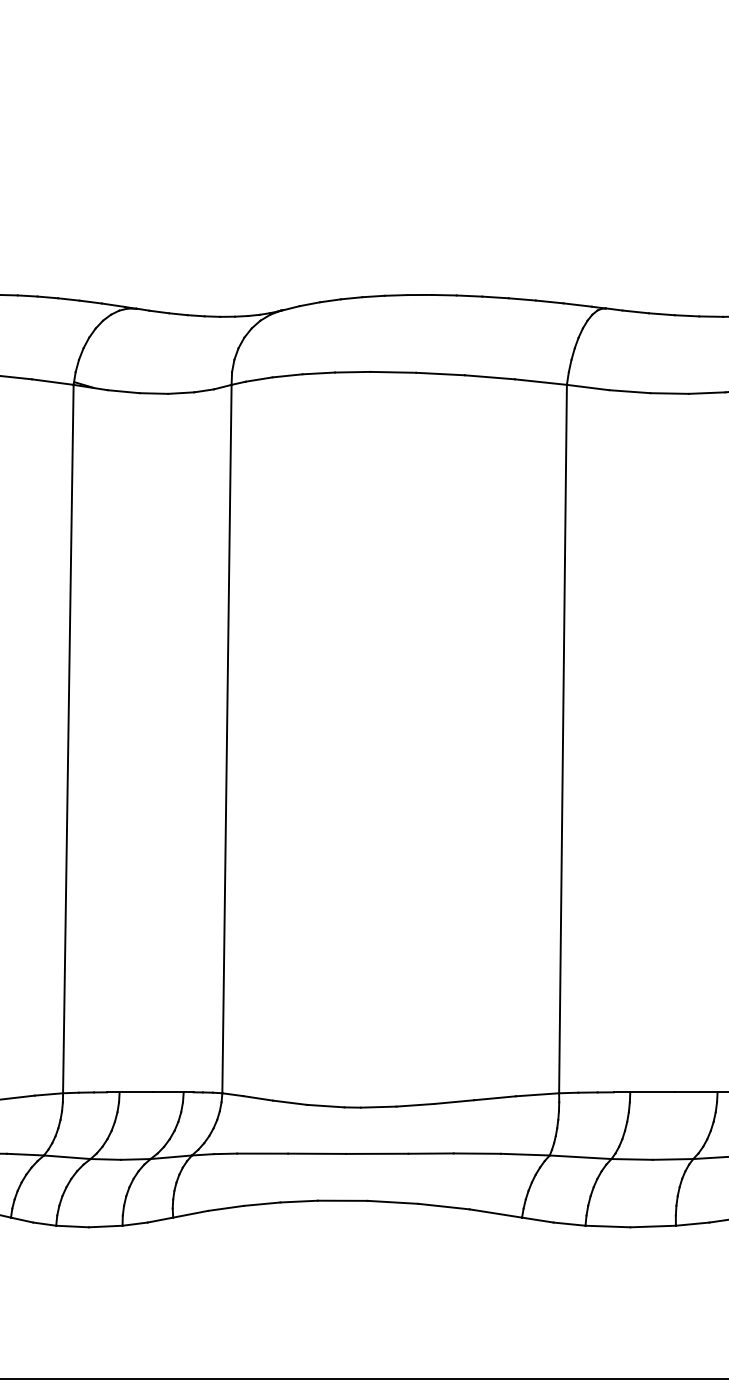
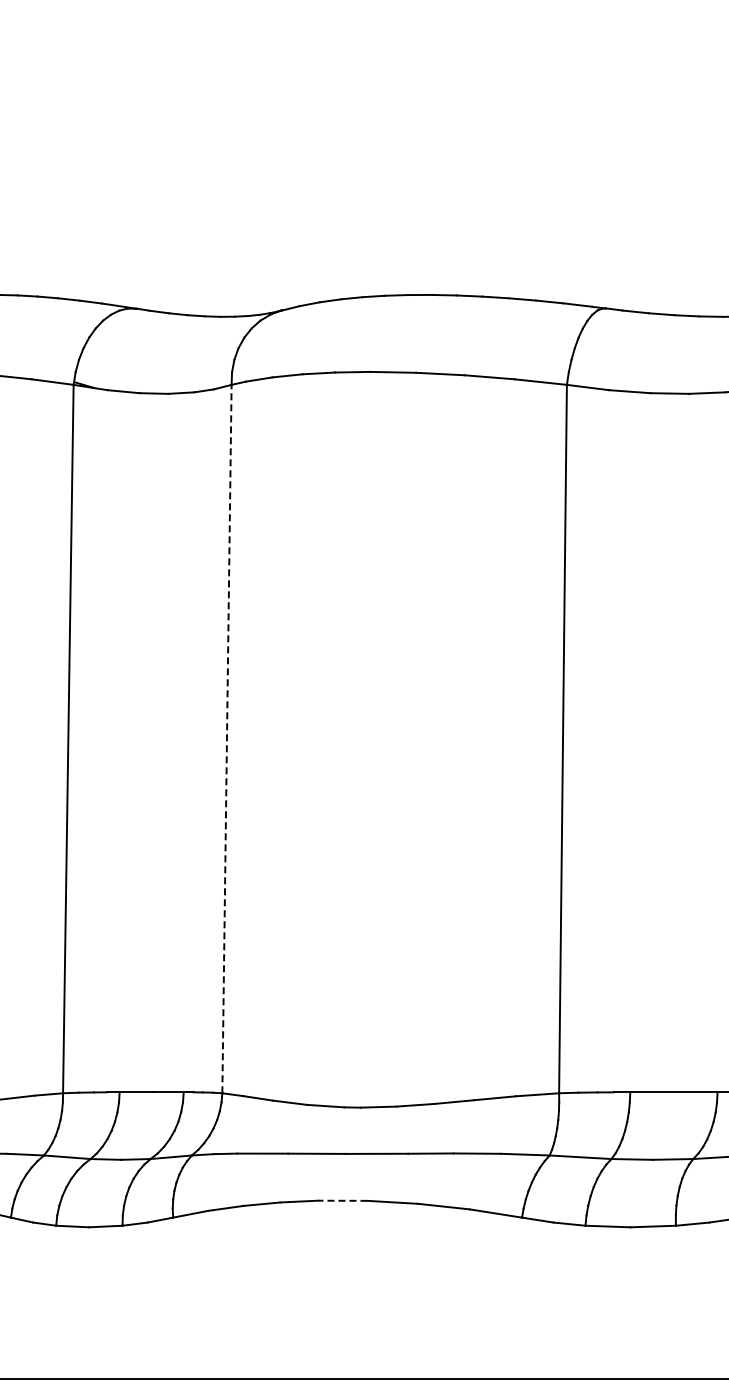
line at (226, 738): solid -> dashed
line at (342, 1200): solid -> dashed
